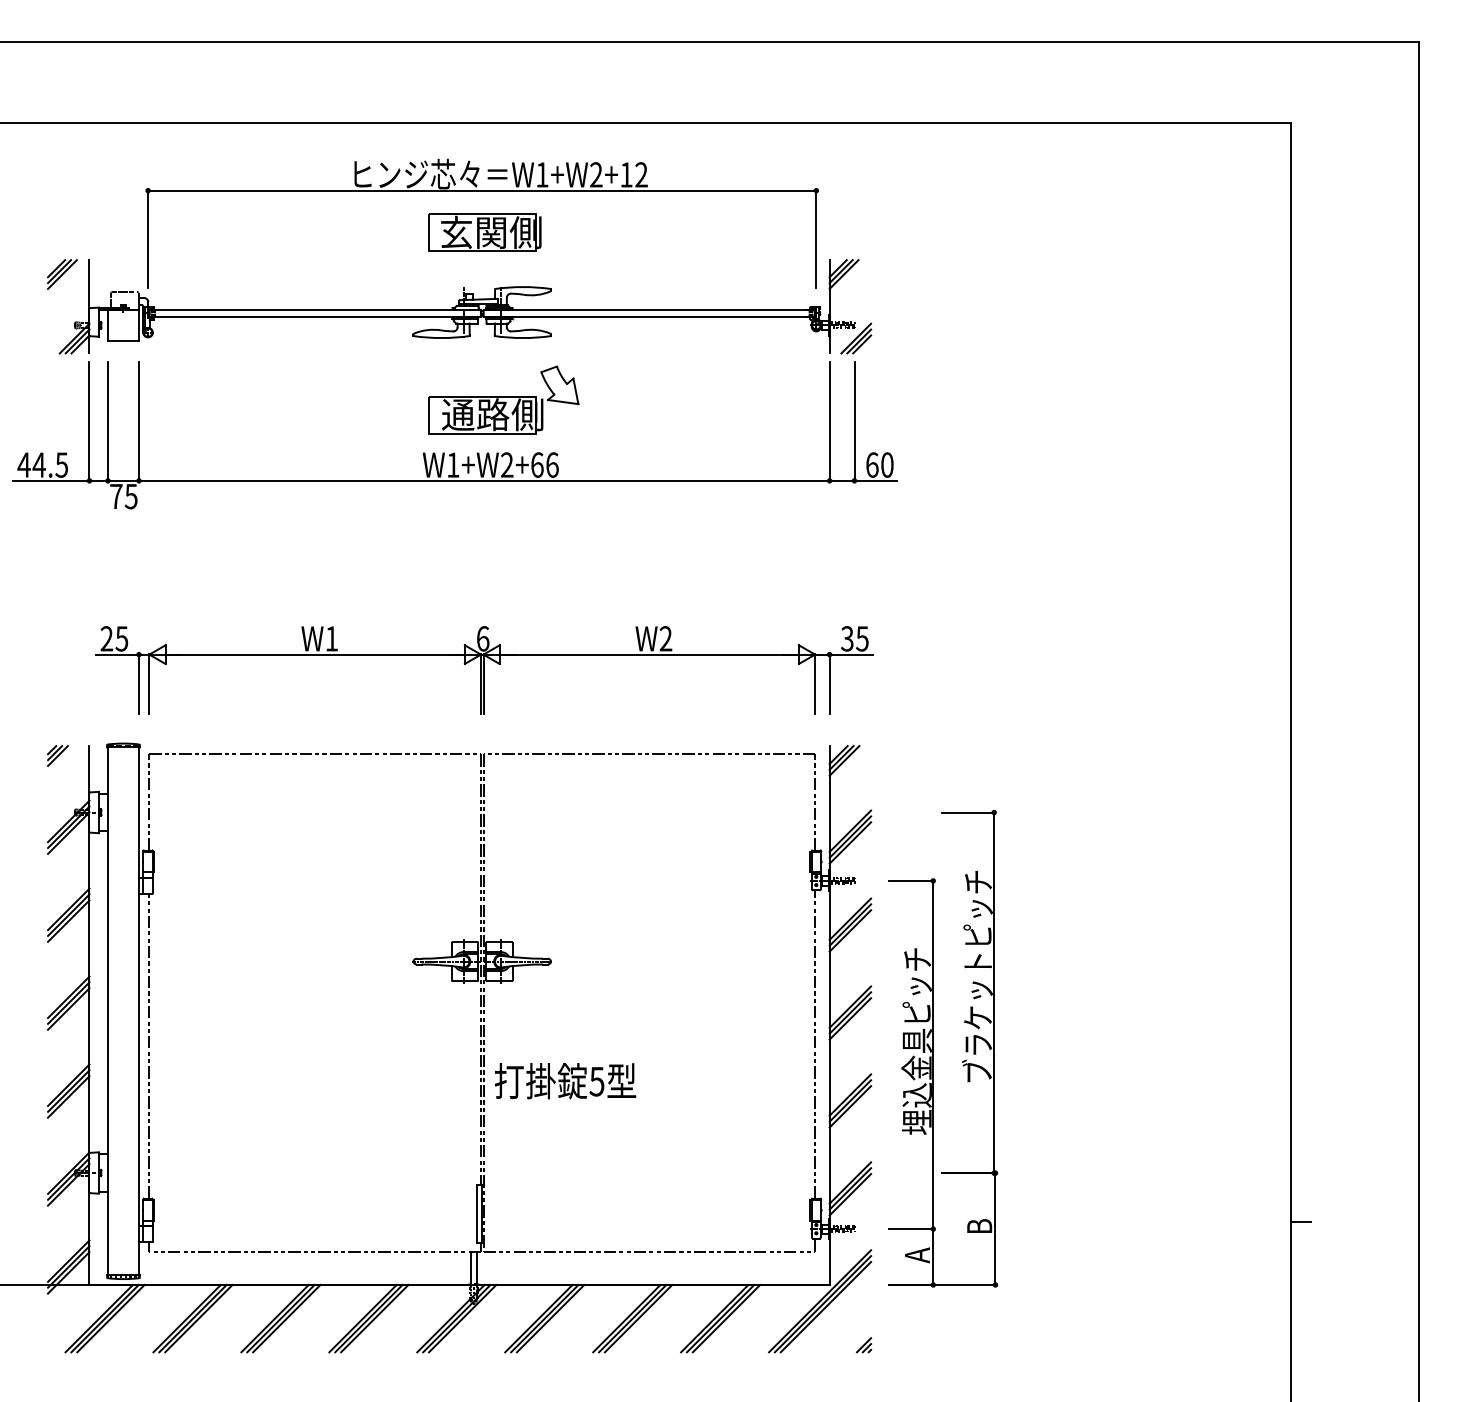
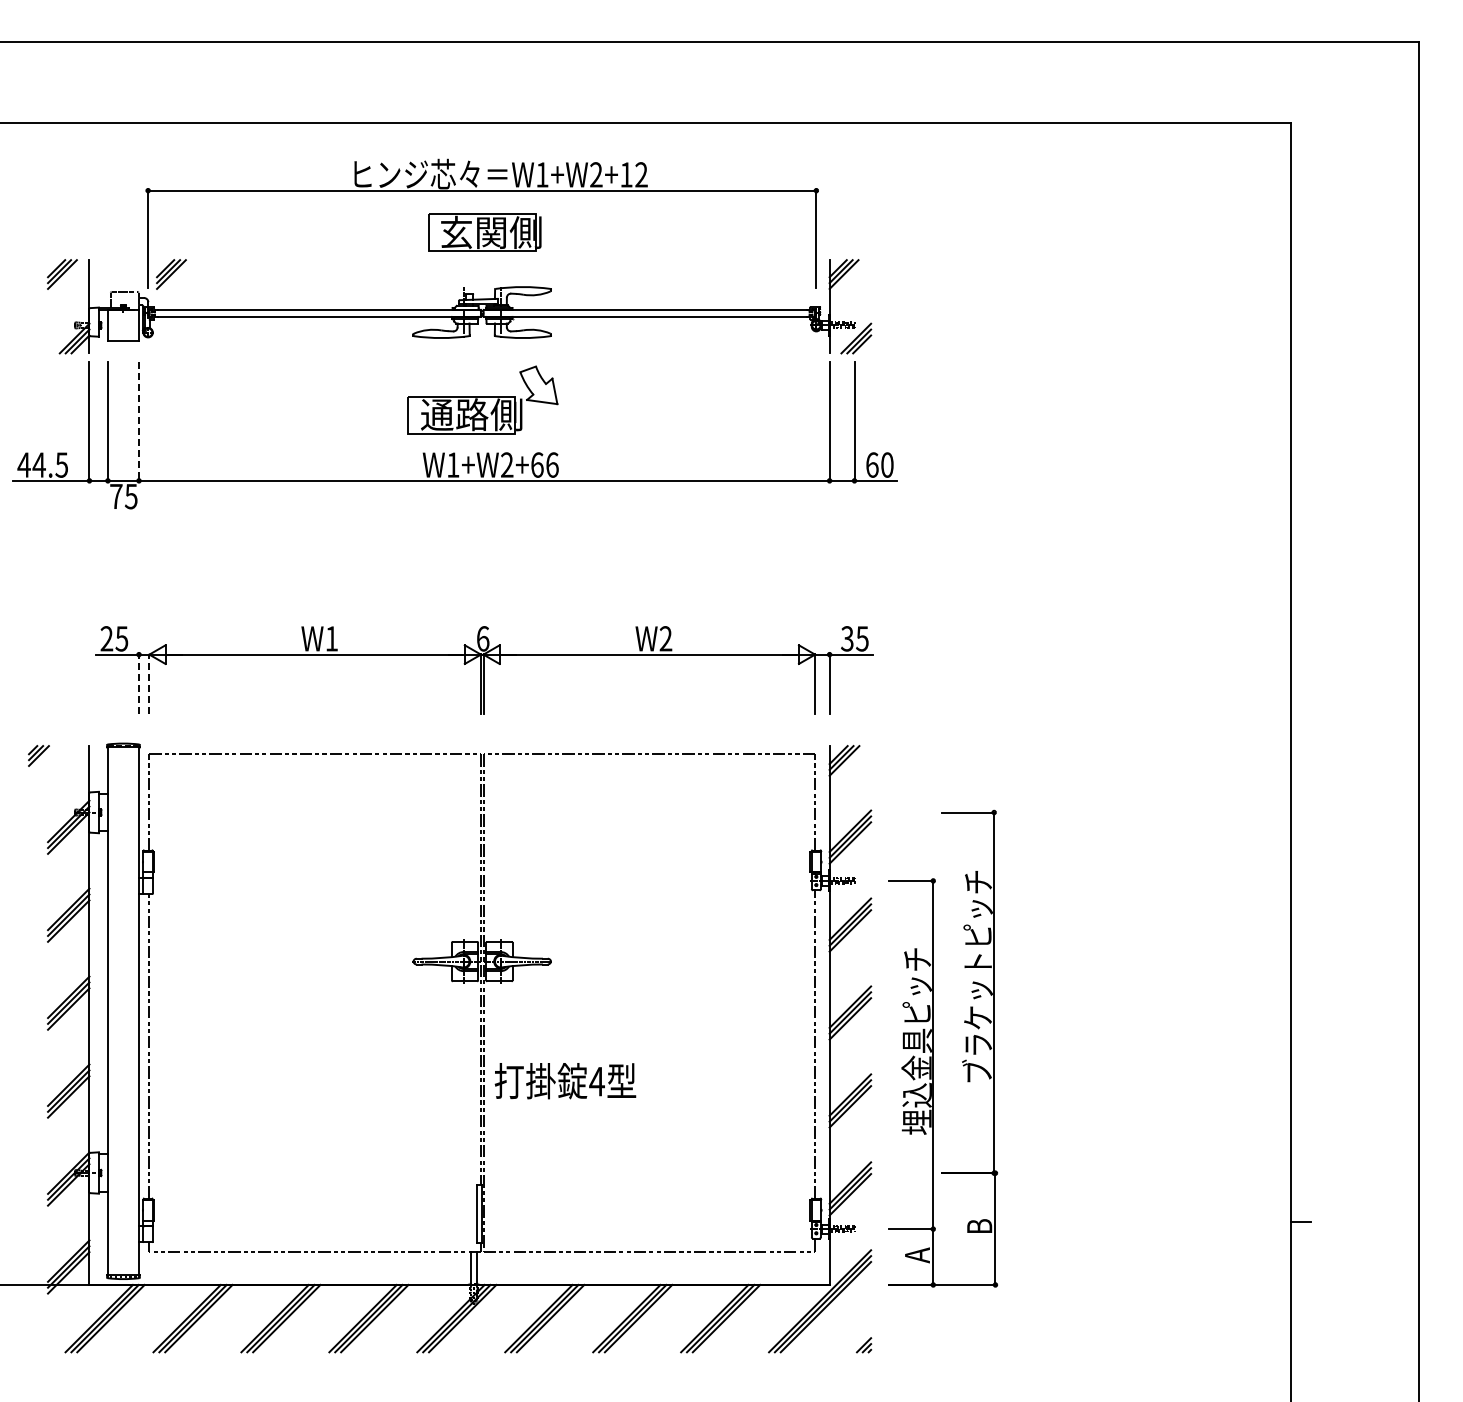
part at (171, 274): none -> present
part at (503, 399) position: (503, 399) -> (482, 399)
line at (139, 421): solid -> dashed
line at (139, 683): solid -> dashed
line at (149, 683): solid -> dashed
part at (57, 755) position: (57, 755) -> (38, 755)
text at (596, 1081): 5 -> 4
